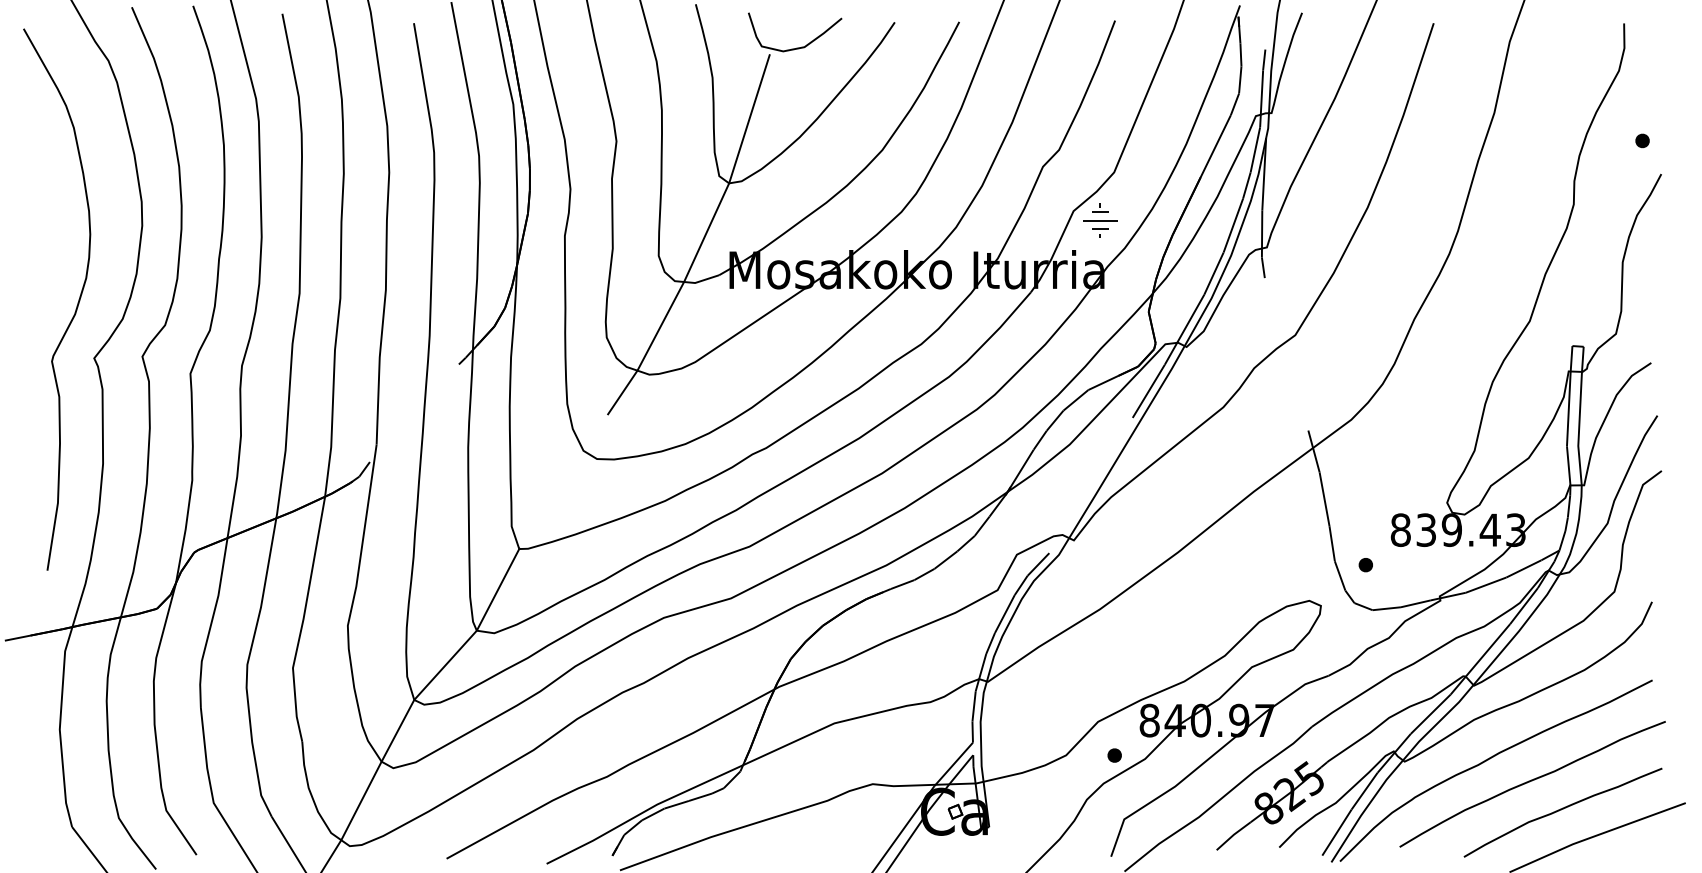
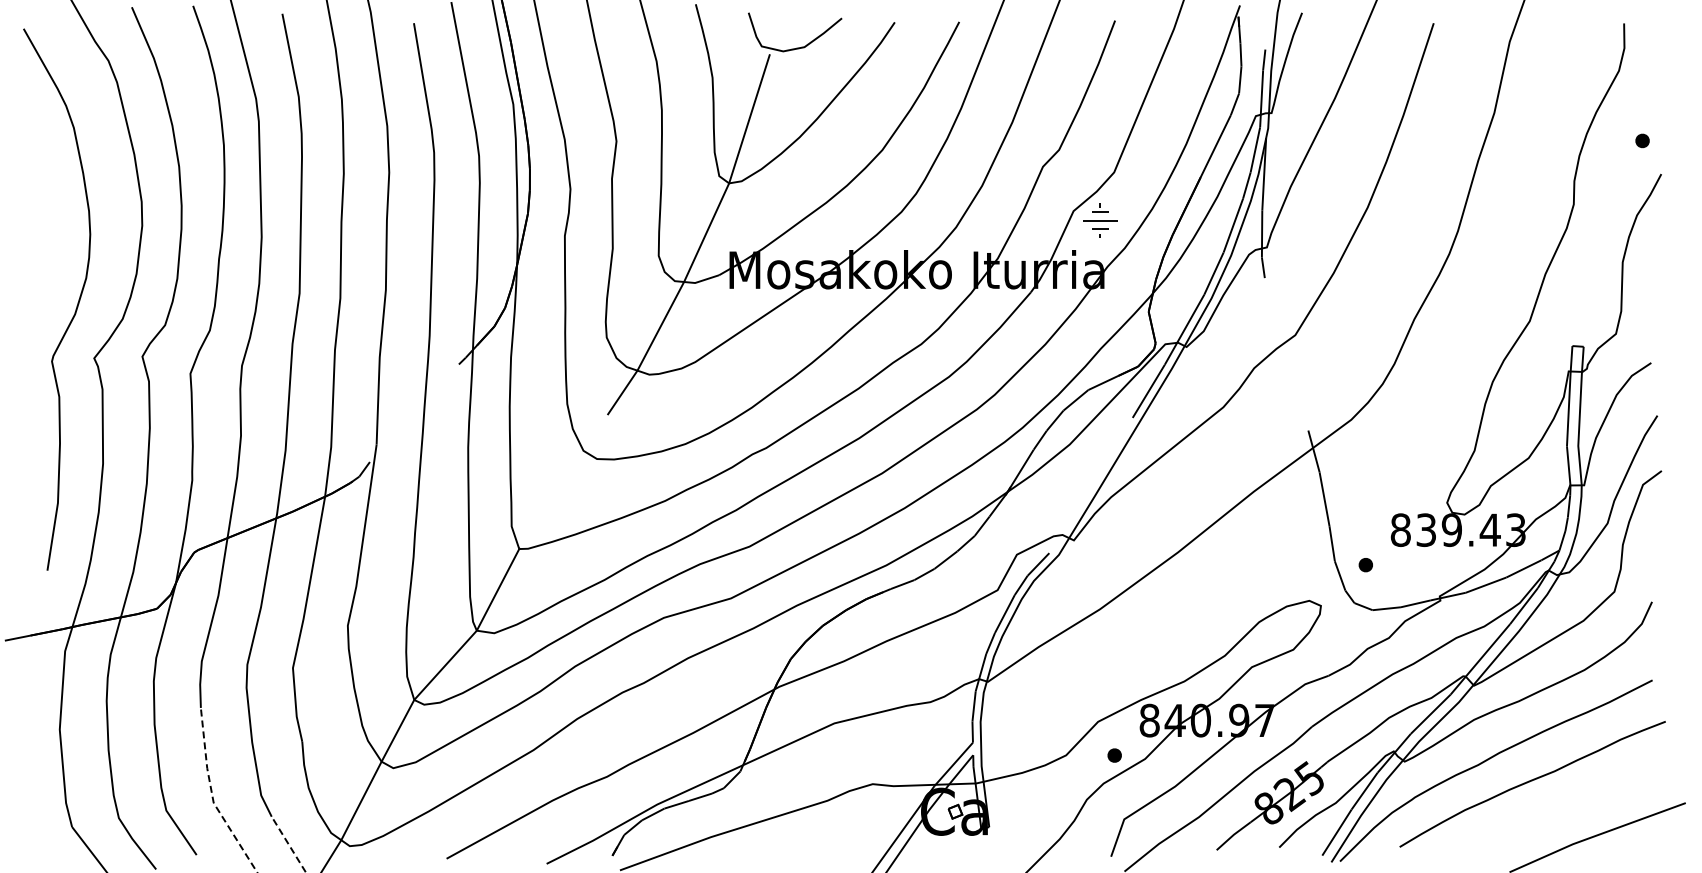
line at (212, 795): solid -> dashed
curve at (1561, 810): present -> none
line at (288, 844): solid -> dashed
